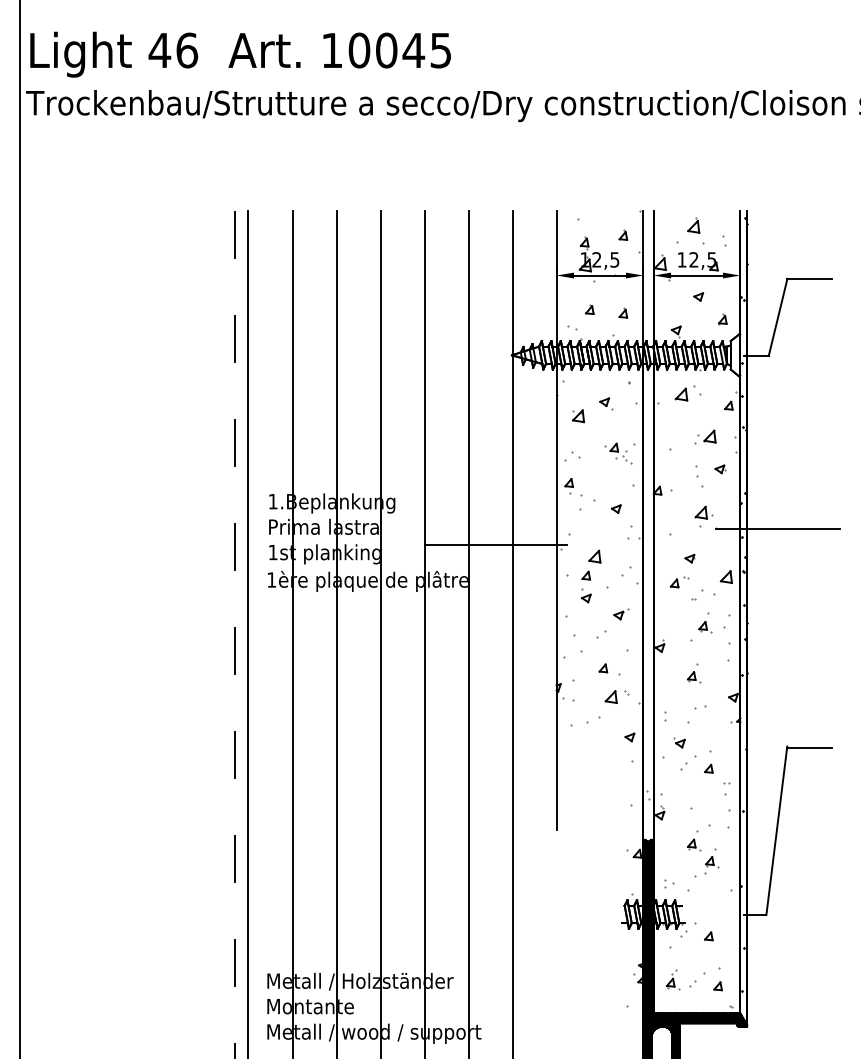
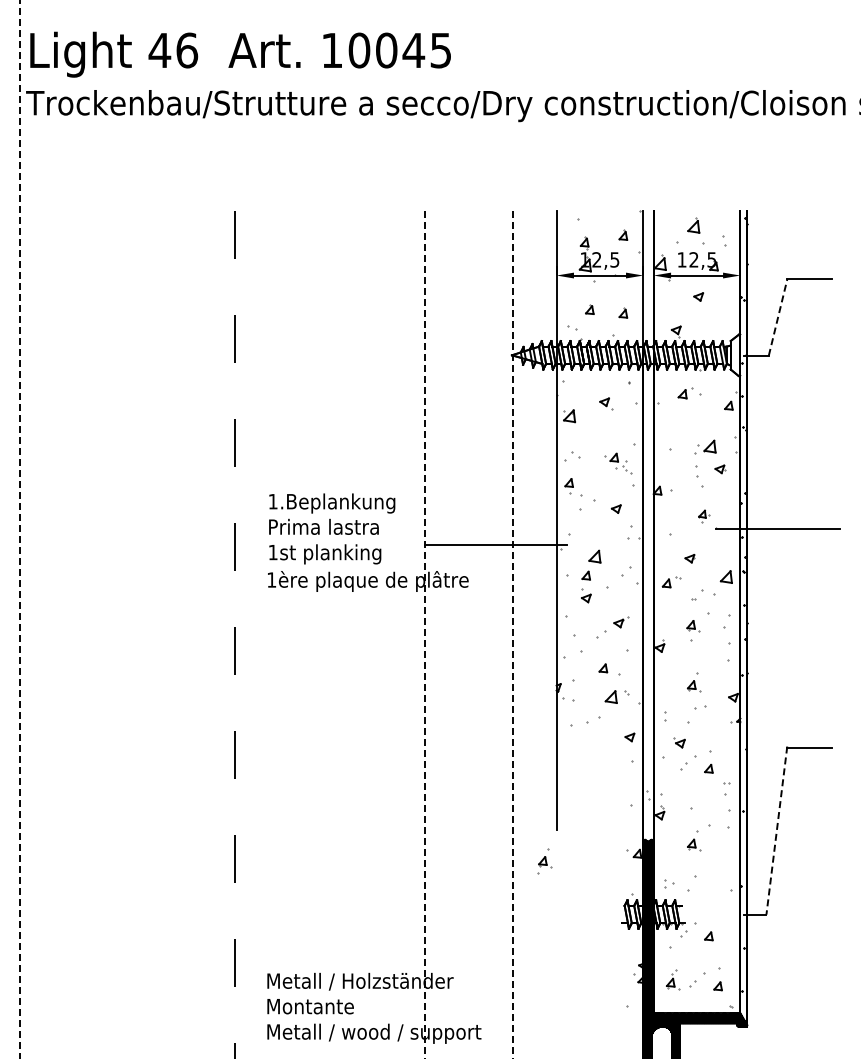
line at (778, 317): solid -> dashed
part at (722, 319): present -> none
part at (684, 393) size: 22x17 px -> 17x13 px
part at (578, 416) position: (578, 416) -> (569, 416)
part at (705, 436) position: (705, 436) -> (705, 446)
part at (618, 453) position: (618, 453) -> (618, 463)
part at (703, 516) size: 20x23 px -> 13x15 px
line at (19, 529): solid -> dashed
part at (679, 582) position: (679, 582) -> (671, 582)
part at (621, 614) position: (621, 614) -> (621, 622)
part at (705, 627) position: (705, 627) -> (693, 626)
line at (248, 632): present -> none
line at (292, 632): present -> none
line at (336, 632): present -> none
line at (380, 632): present -> none
line at (468, 632): present -> none
line at (424, 634): solid -> dashed
line at (512, 634): solid -> dashed
part at (694, 673) position: (694, 673) -> (694, 682)
line at (776, 830): solid -> dashed
part at (711, 861) position: (711, 861) -> (544, 861)
